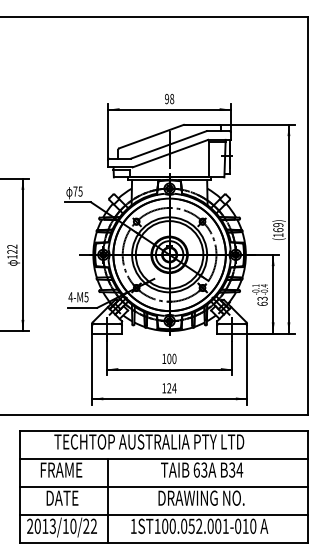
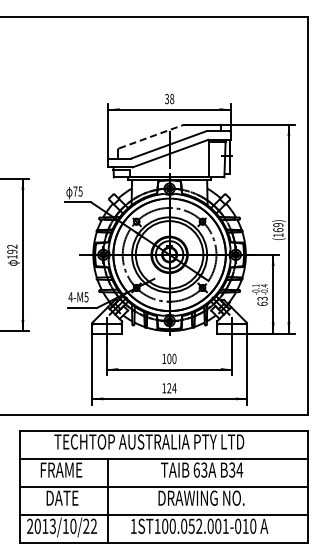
text at (167, 99): 98 -> 38
line at (151, 136): solid -> dashed
text at (12, 251): 122 -> 192
